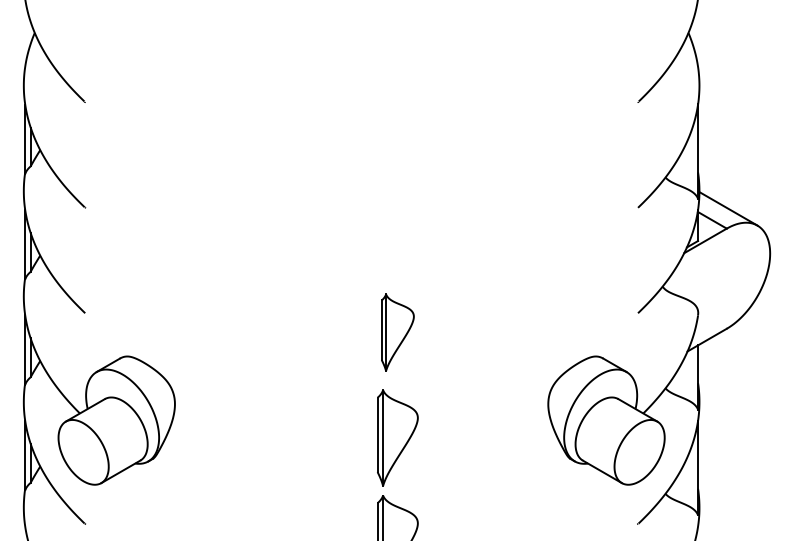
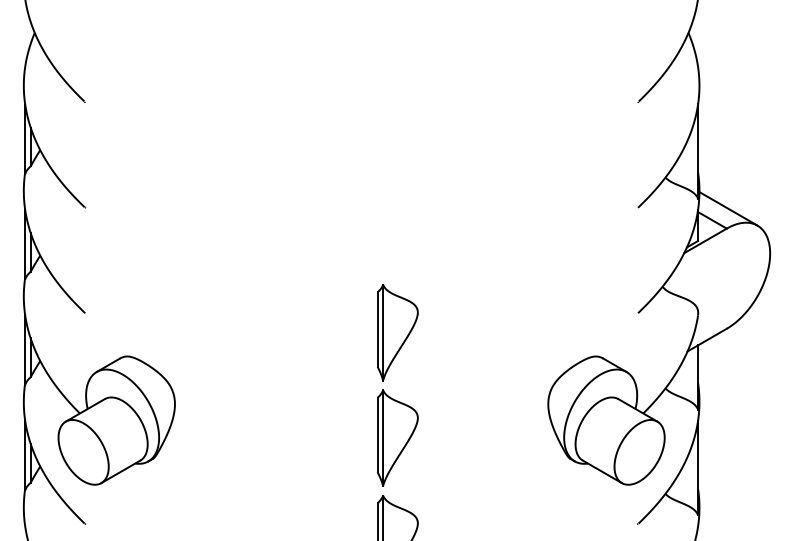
part at (397, 332) size: 34x79 px -> 42x98 px
